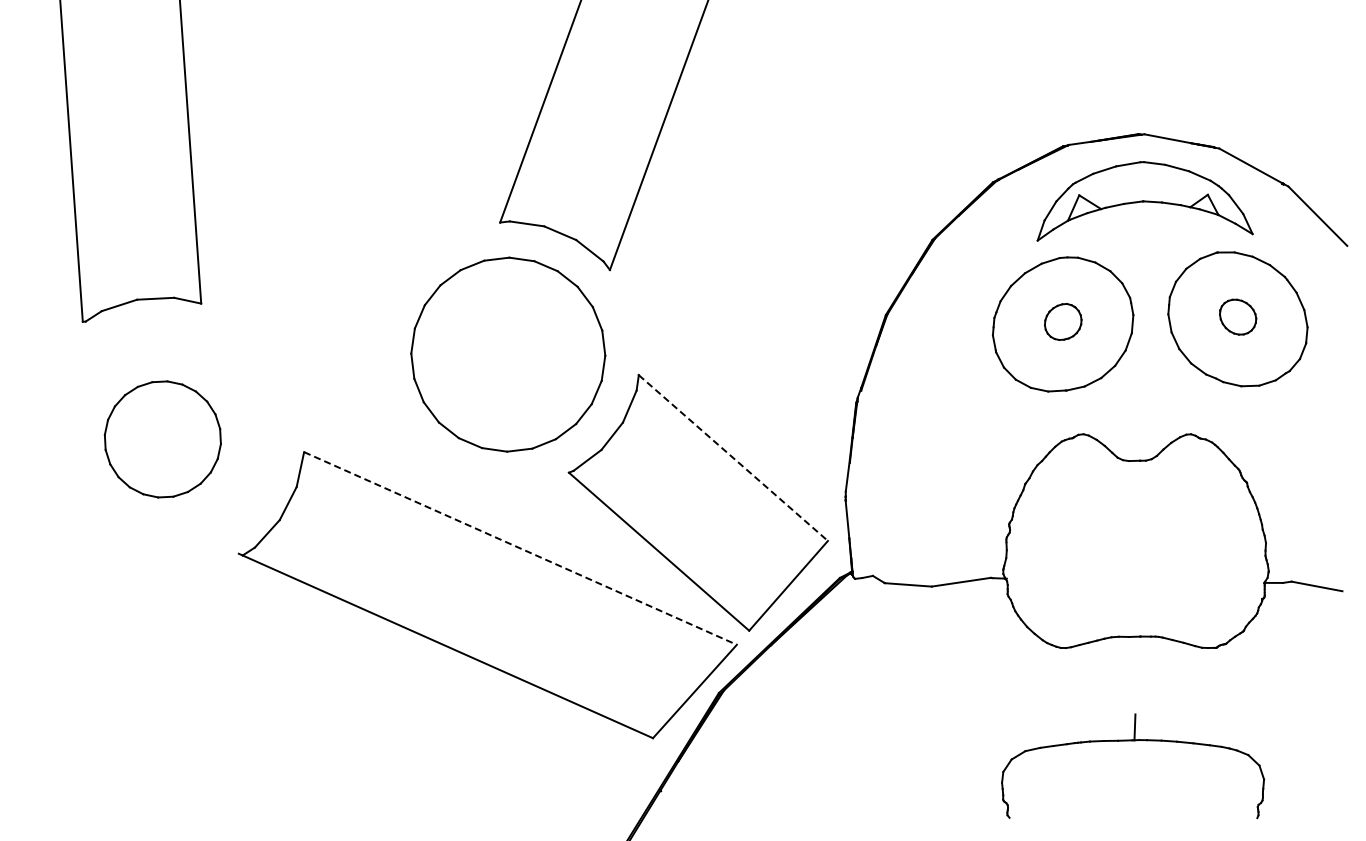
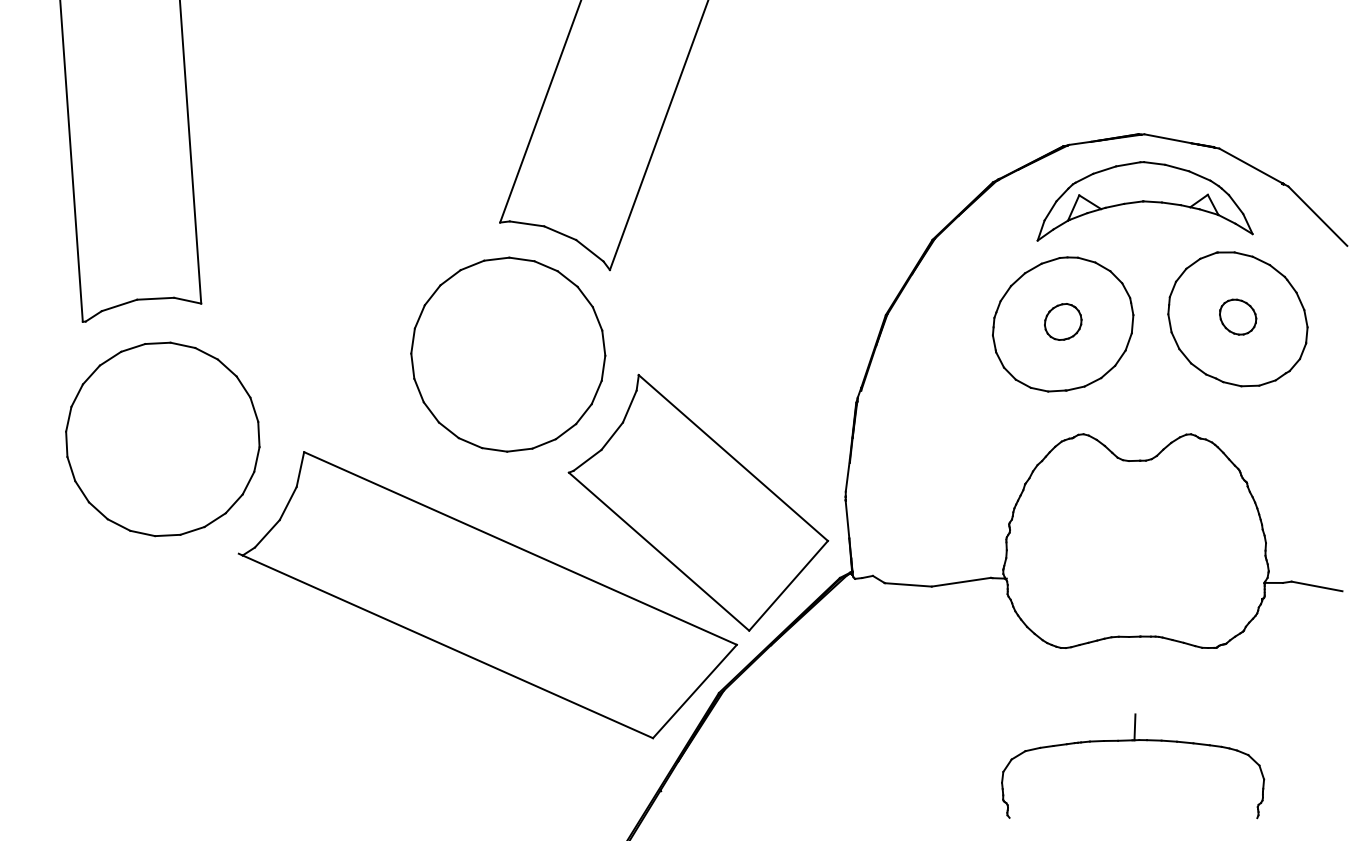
part at (162, 439) size: 119x119 px -> 196x197 px
line at (733, 458): dashed -> solid
line at (520, 548): dashed -> solid
